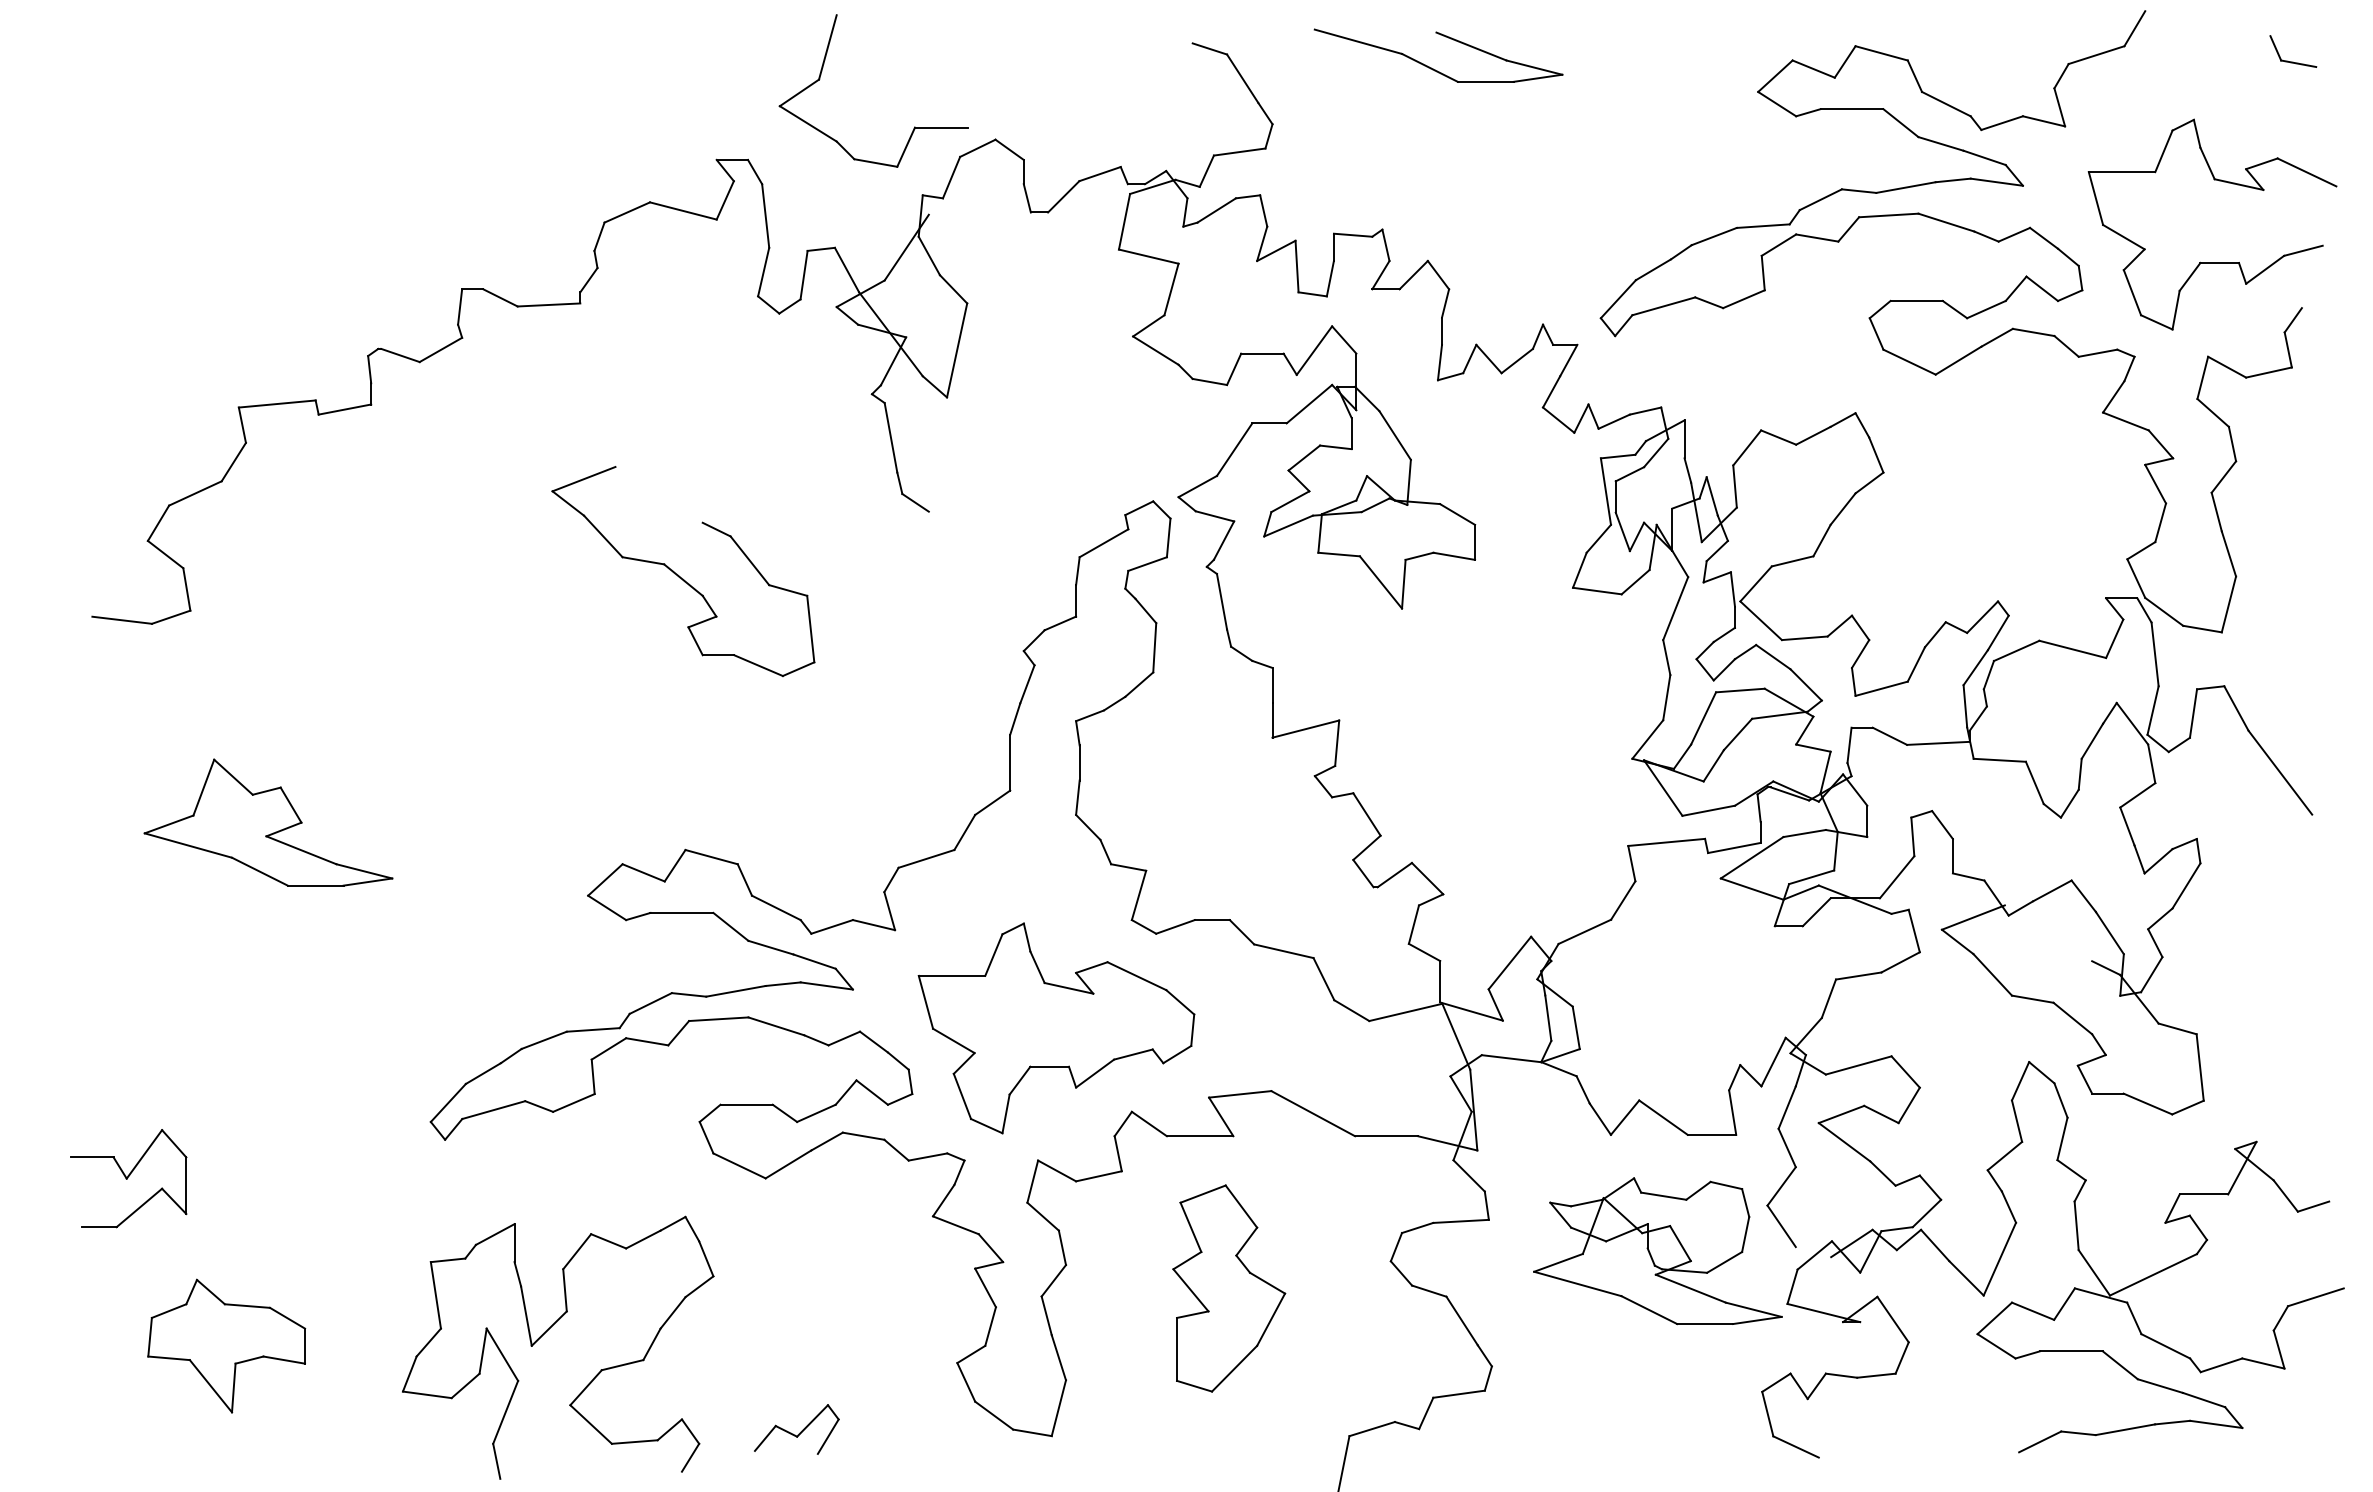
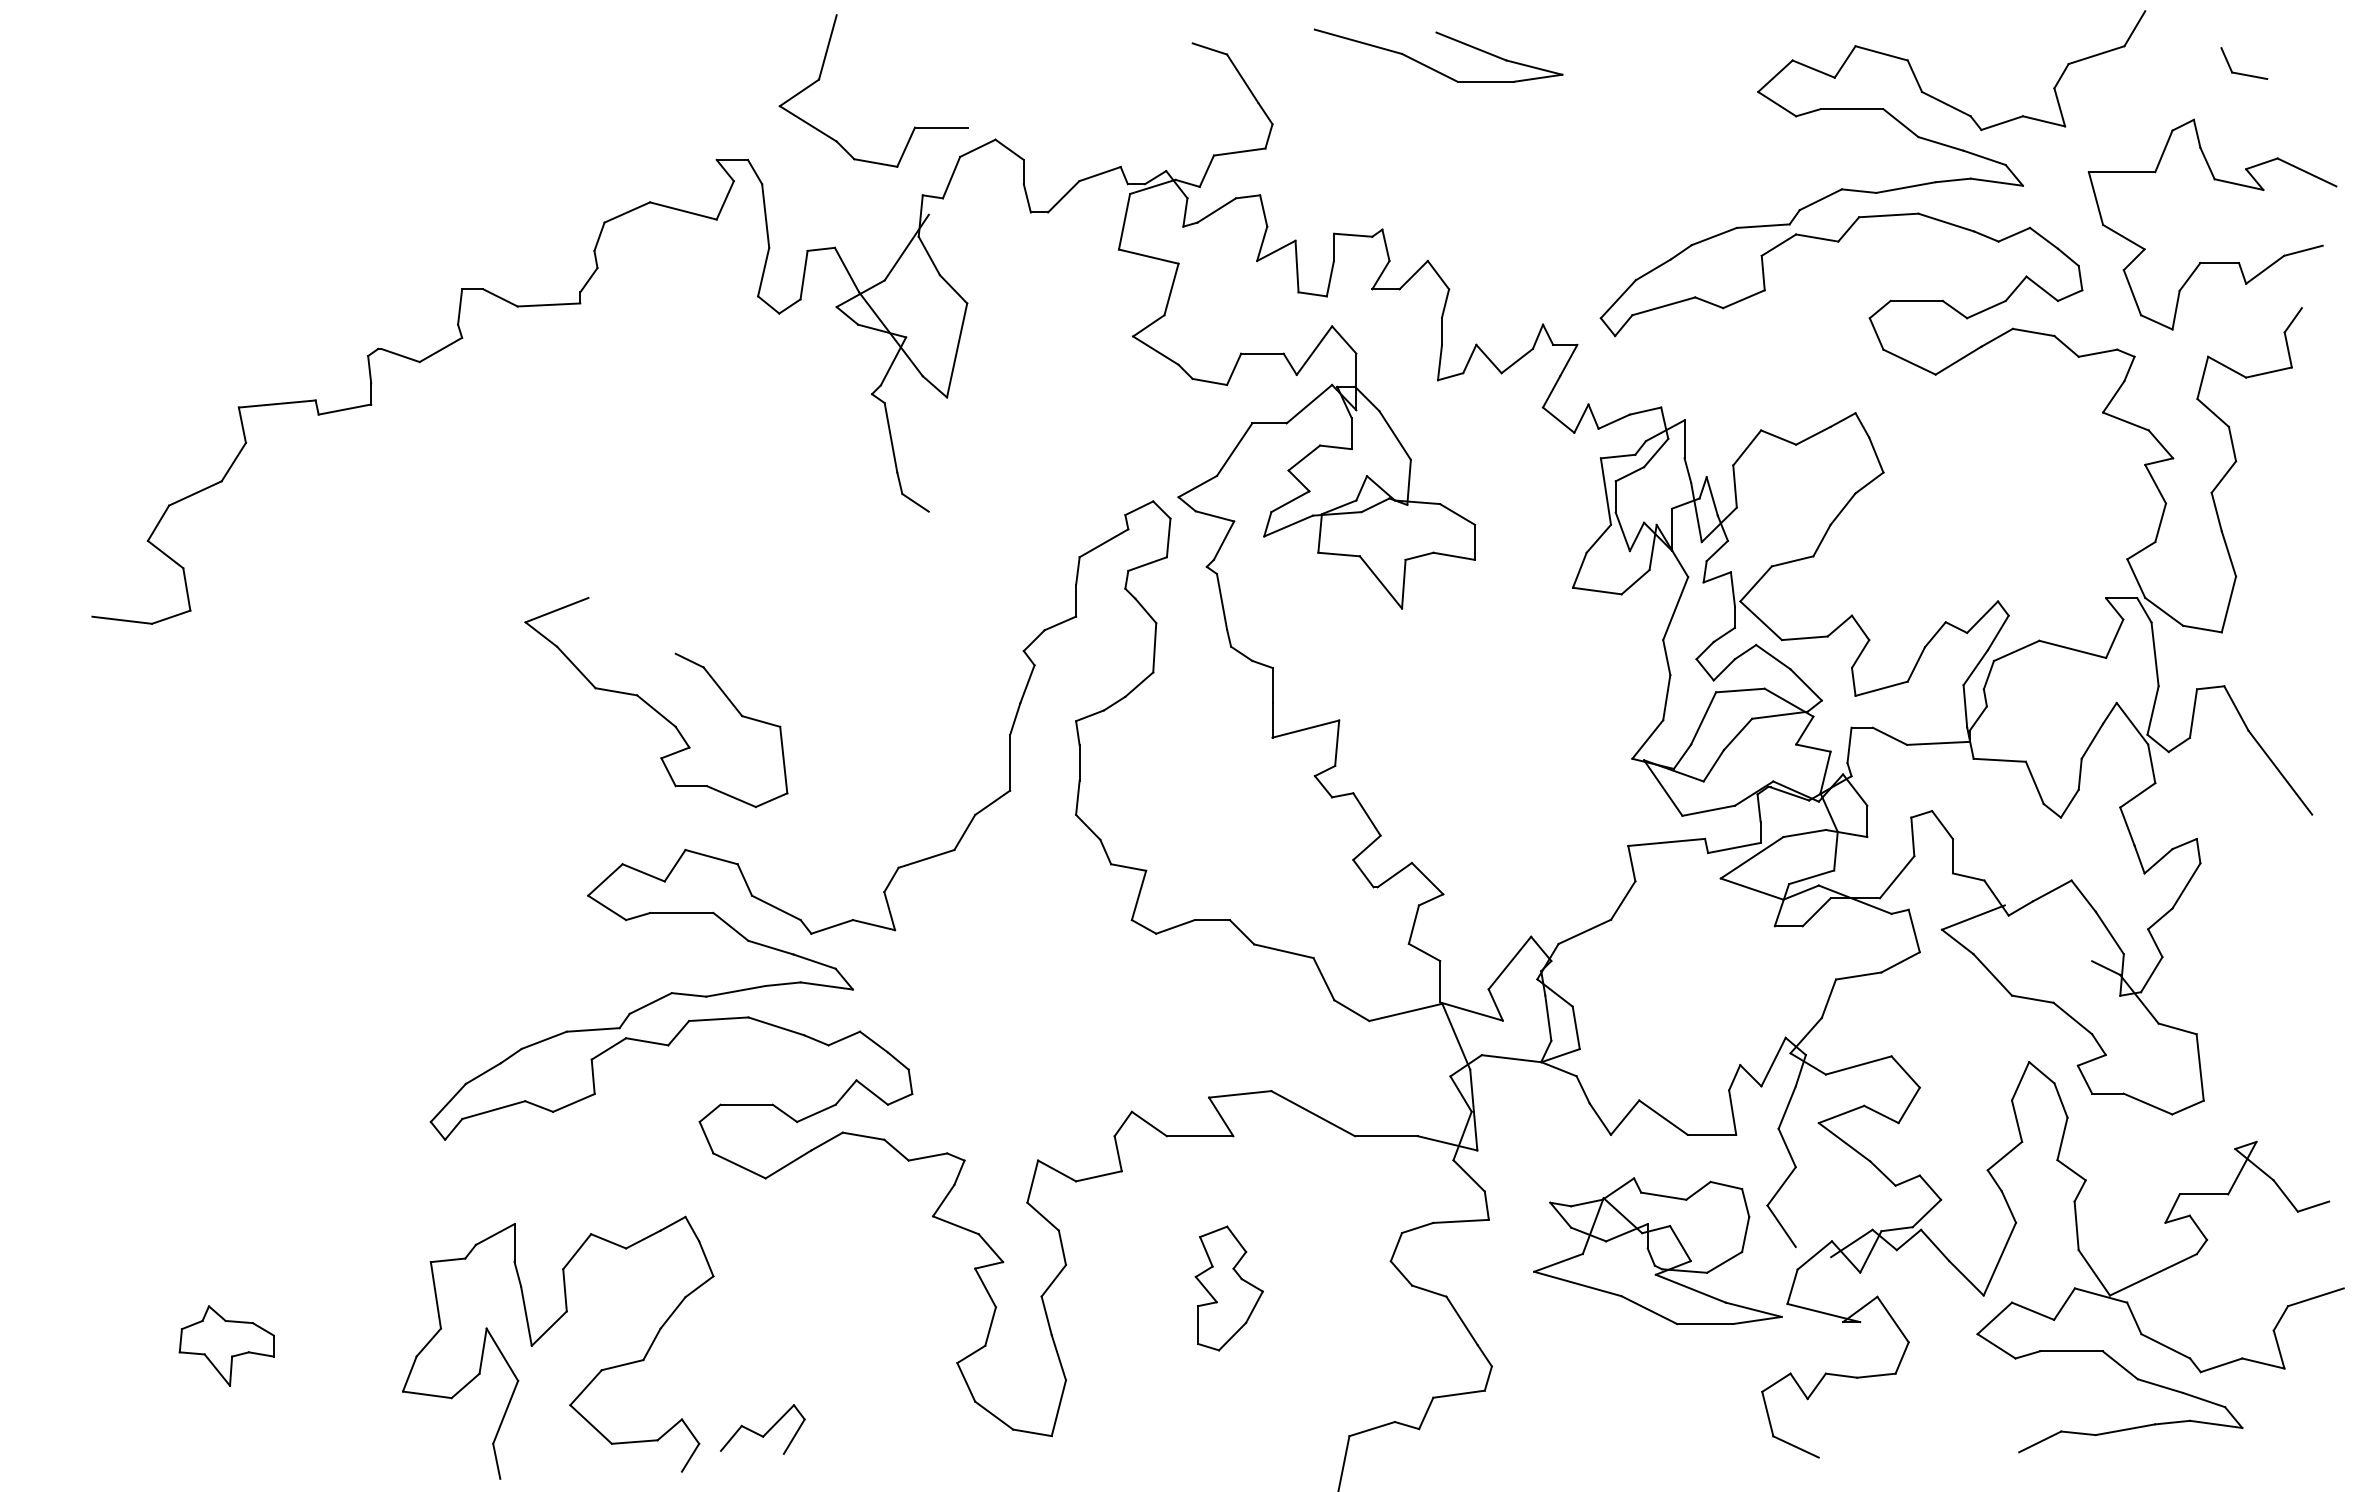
part at (2293, 61) position: (2293, 61) -> (2244, 73)
part at (683, 571) position: (683, 571) -> (656, 702)
part at (268, 822): present -> none
part at (1056, 1028): present -> none
part at (128, 1178): present -> none
part at (1229, 1288) size: 115x209 px -> 70x127 px
part at (226, 1345) size: 160x136 px -> 97x82 px
part at (796, 1429) position: (796, 1429) -> (762, 1429)
